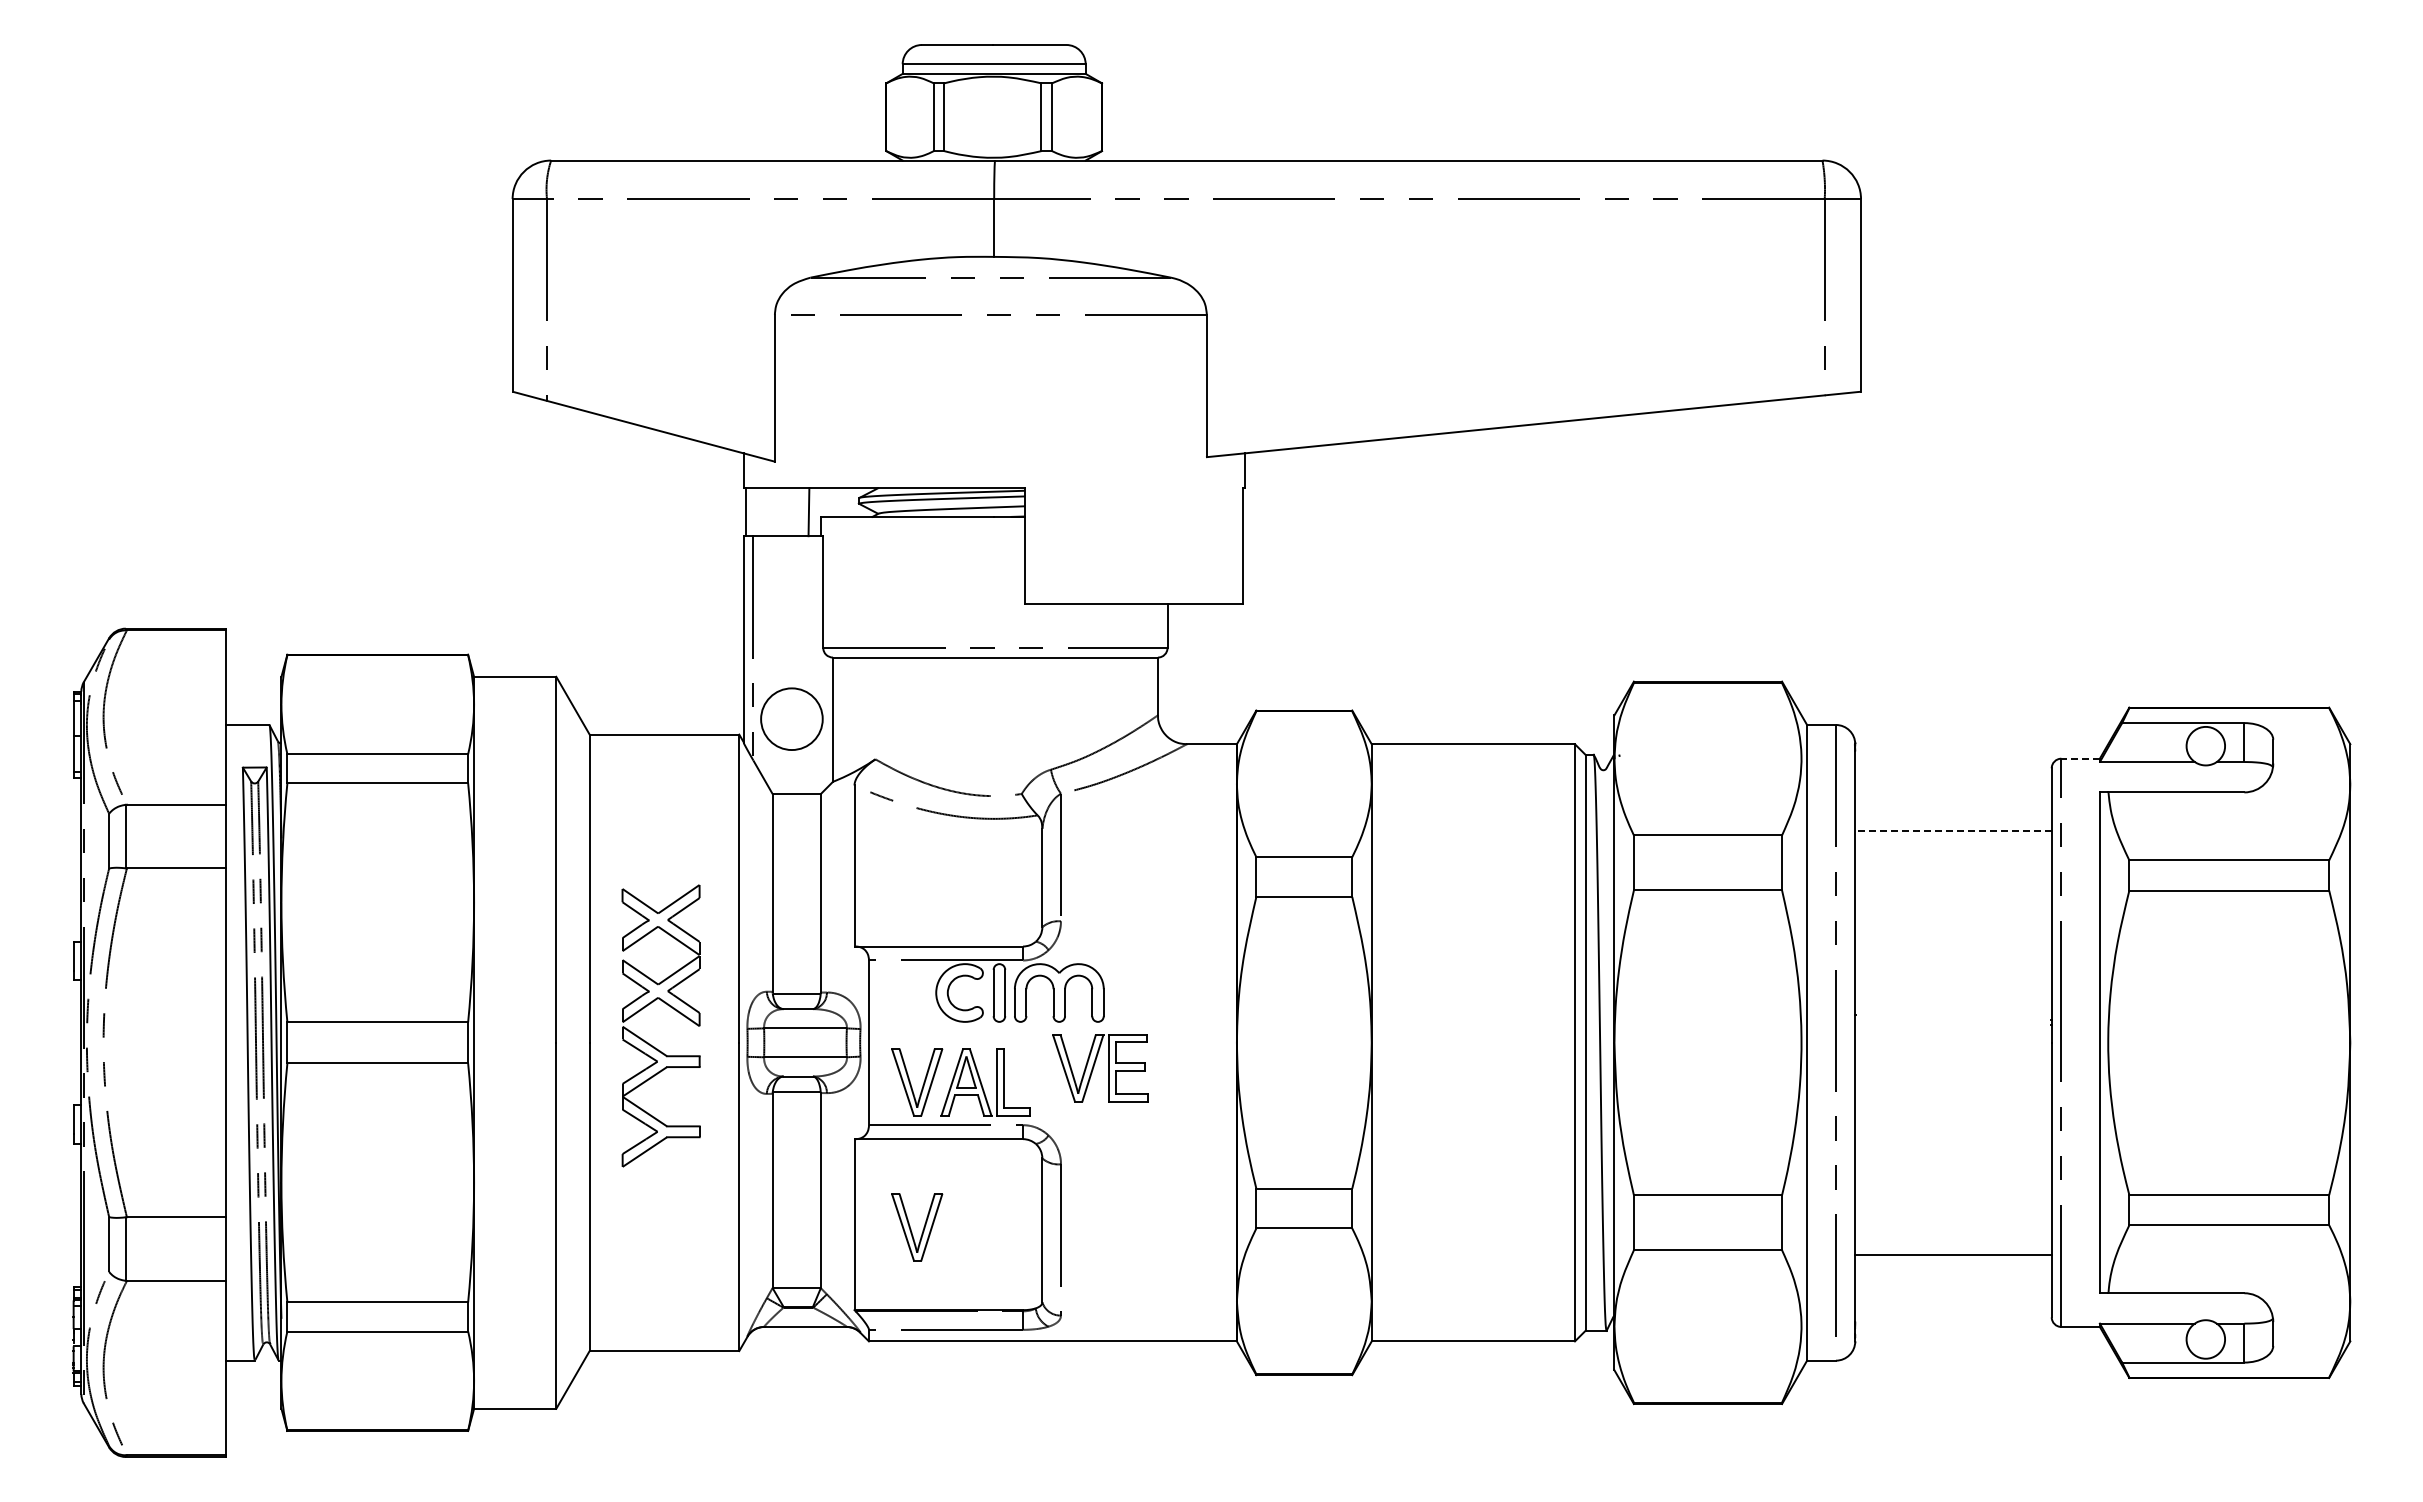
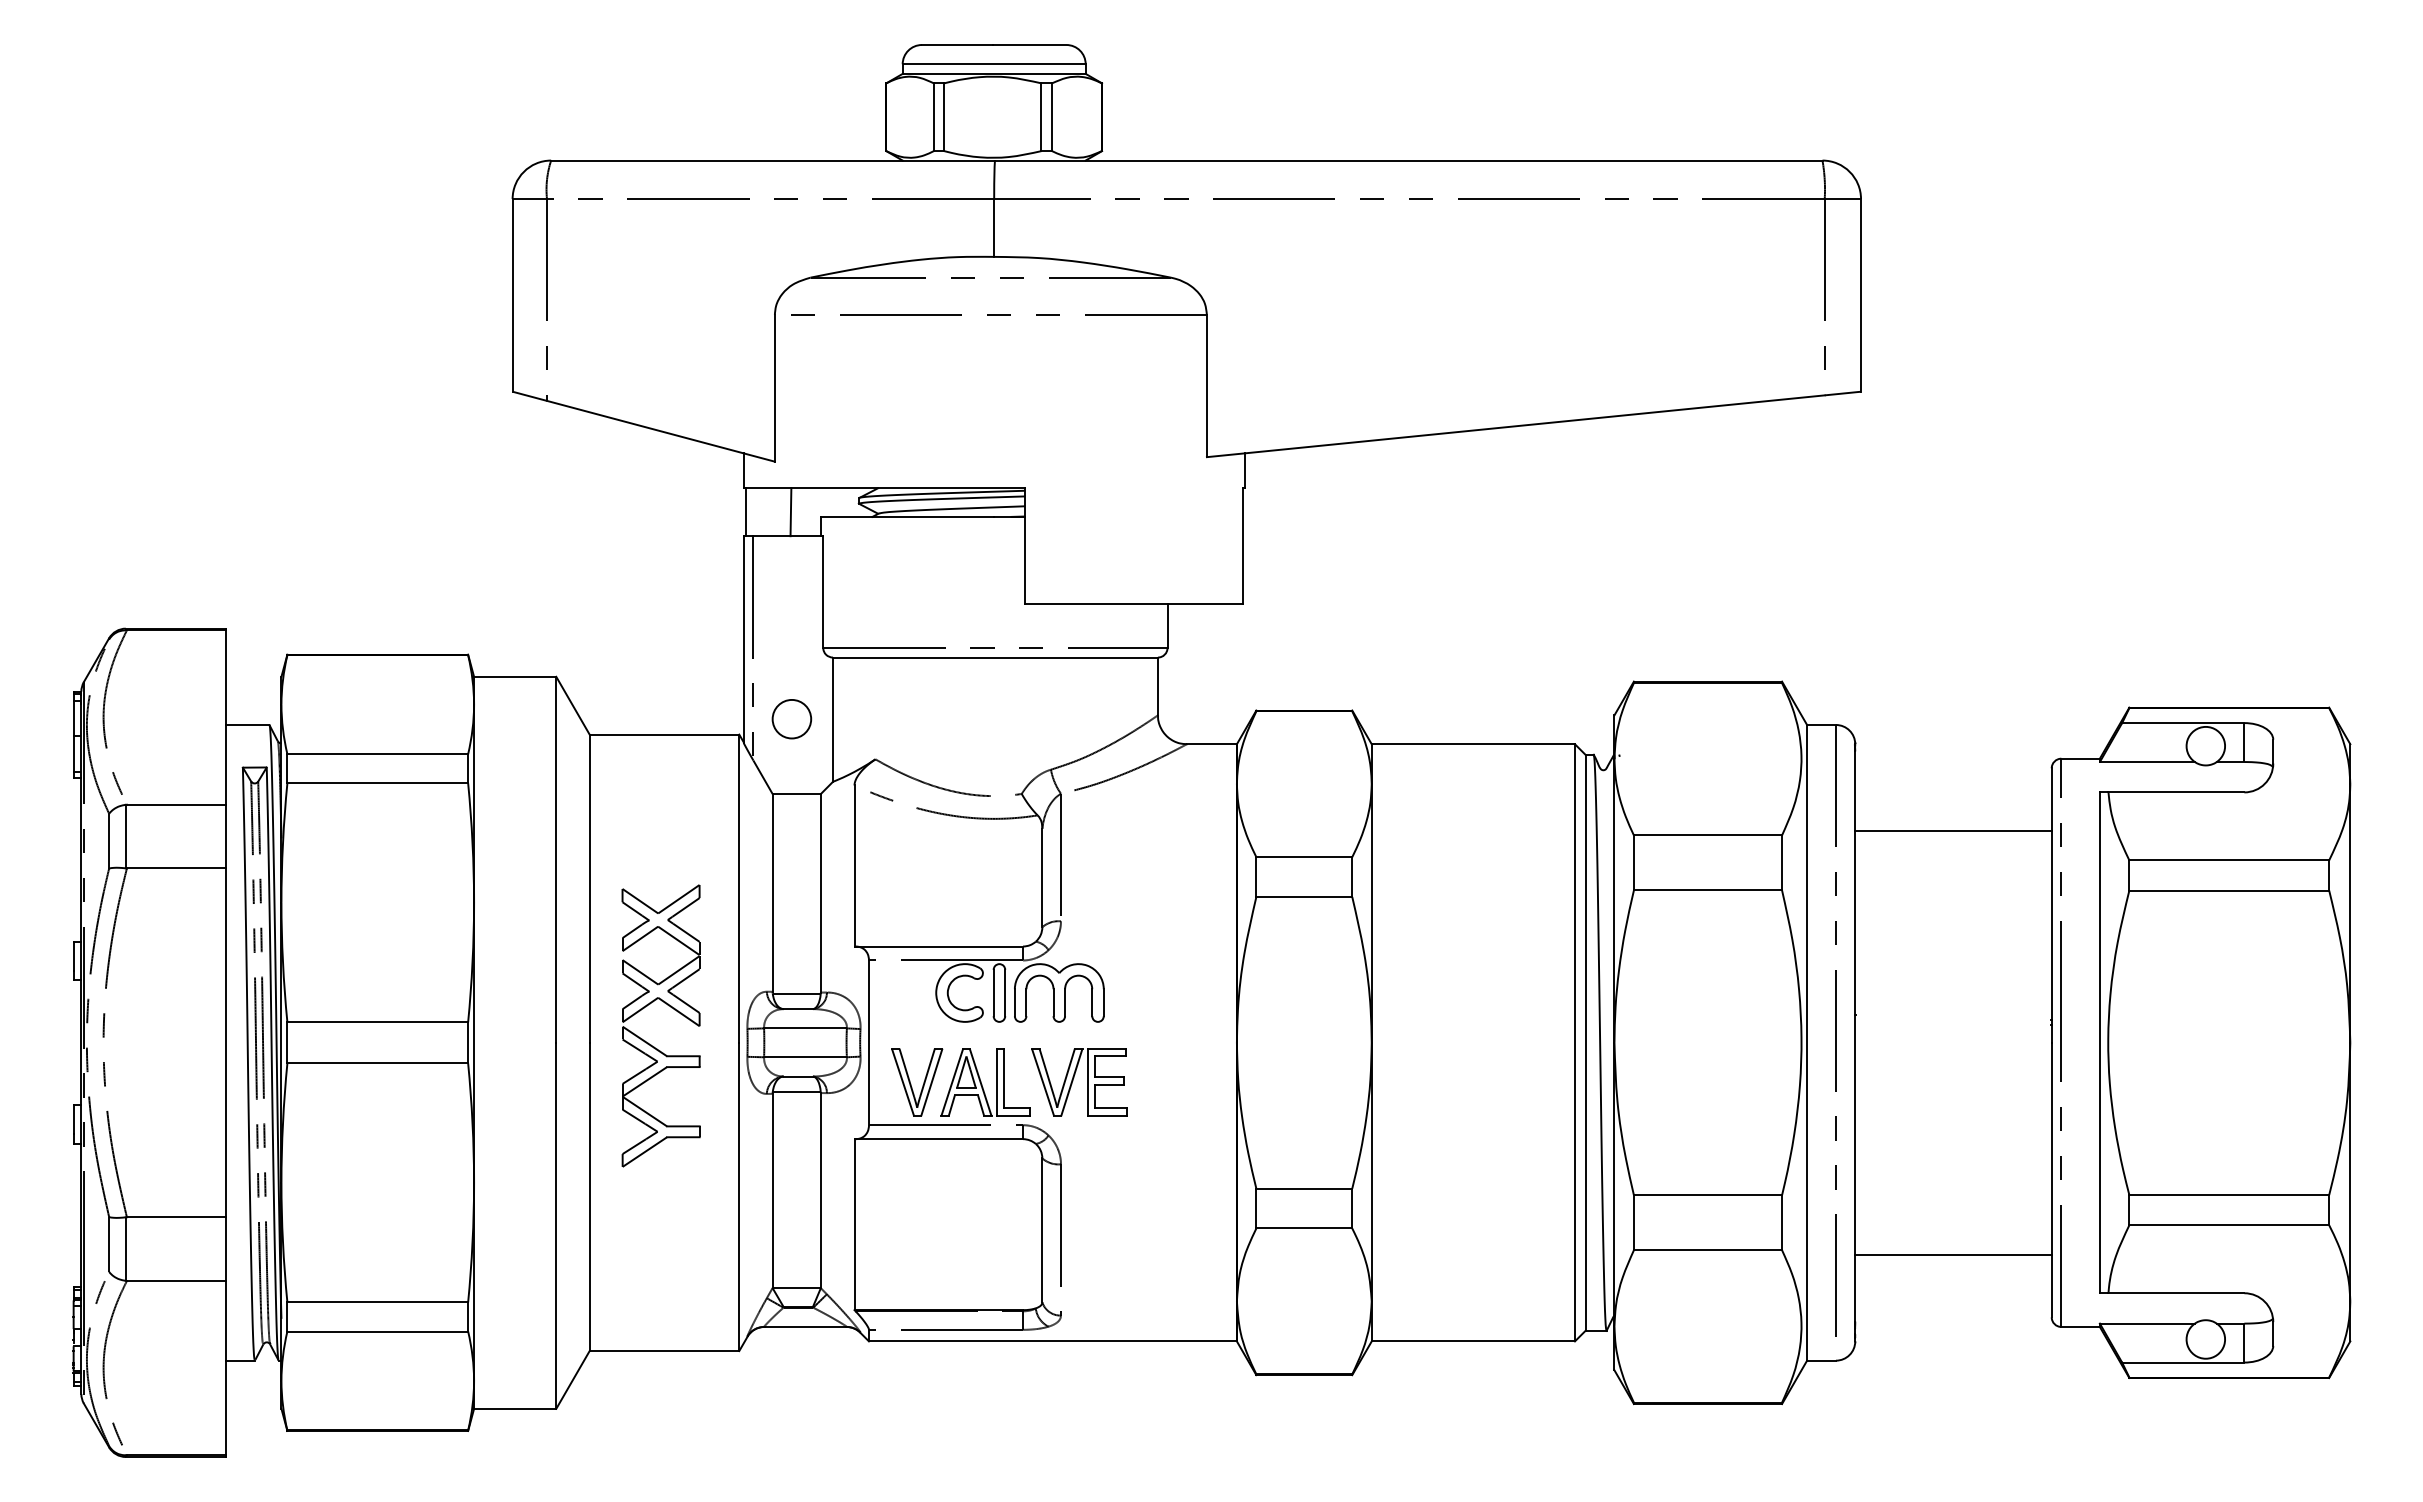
line at (808, 512) position: (808, 512) -> (790, 512)
circle at (791, 719) diameter: 62 px -> 39 px
line at (2080, 758): dashed -> solid
line at (1952, 830): dashed -> solid
part at (1094, 1067) position: (1094, 1067) -> (1073, 1081)
part at (917, 1227): present -> none
